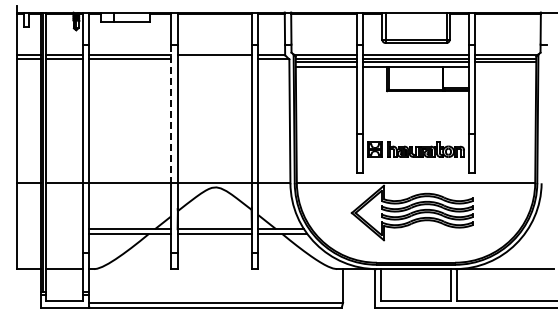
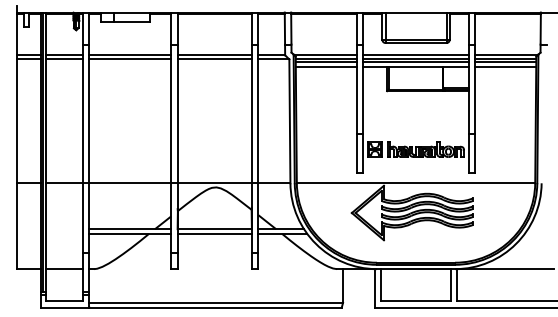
line at (214, 59): none -> present
line at (505, 67): none -> present
line at (171, 114): dashed -> solid
